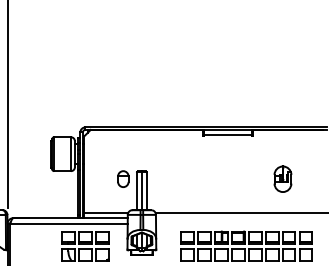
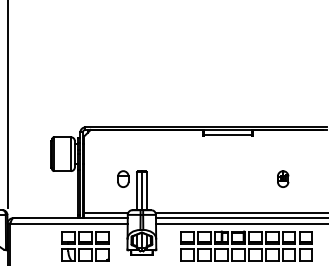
part at (282, 178) size: 20x28 px -> 13x18 px
line at (240, 218): none -> present
line at (240, 223): none -> present
